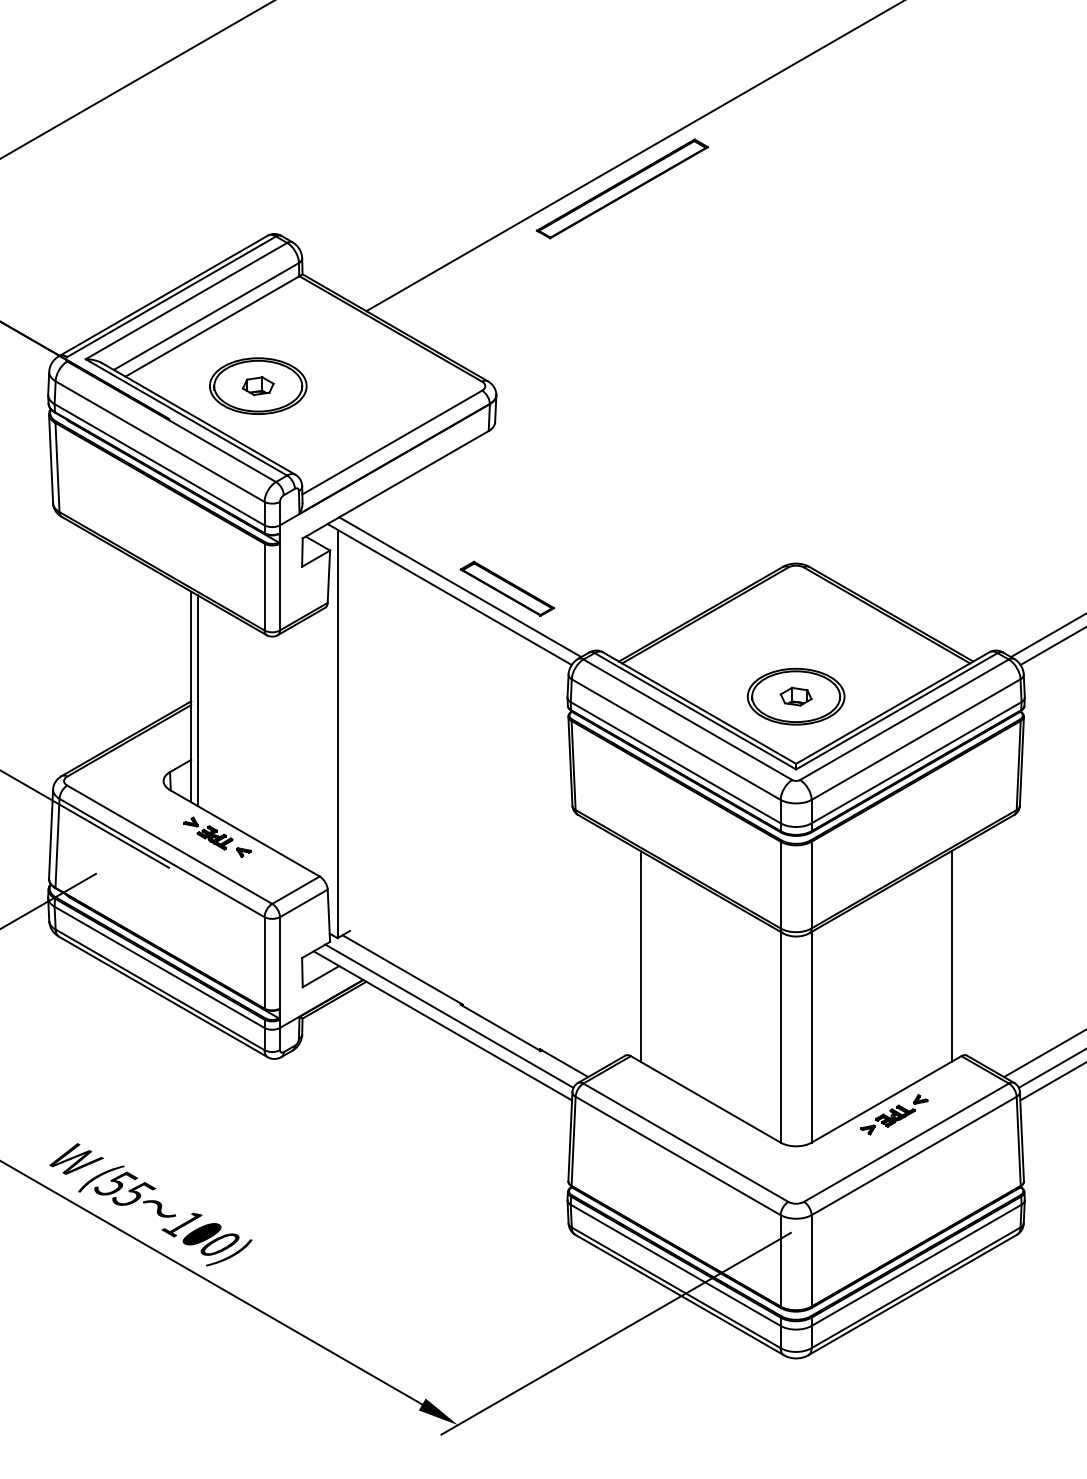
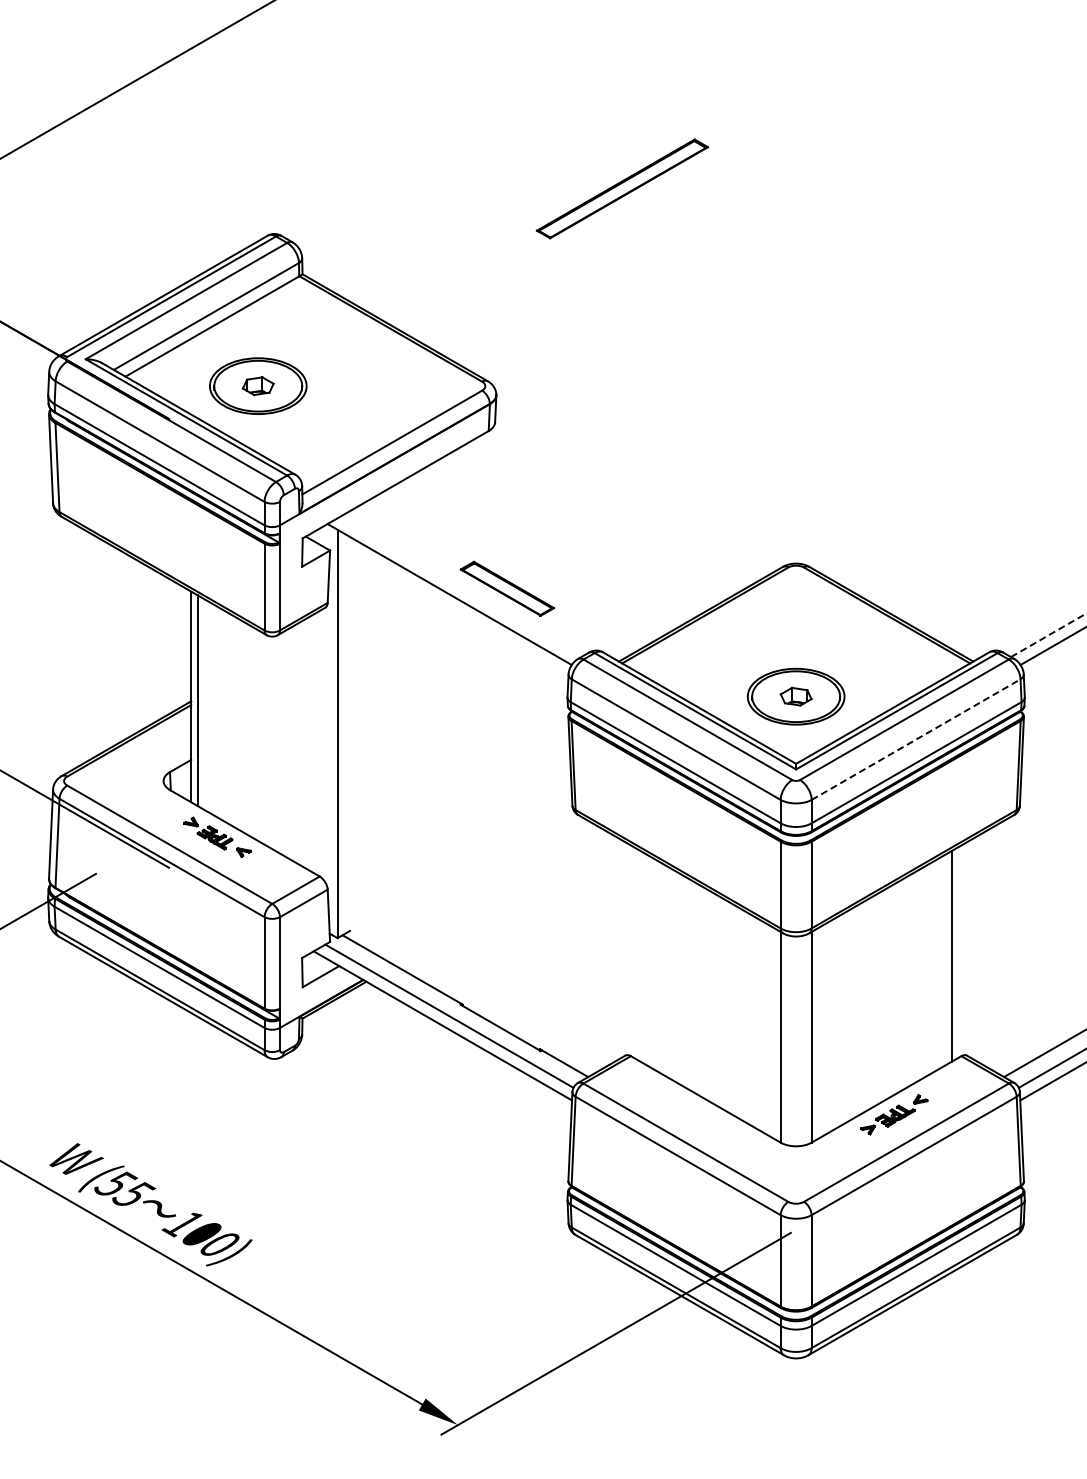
line at (633, 156): present -> none
line at (460, 587): present -> none
line at (1049, 635): solid -> dashed
line at (916, 739): solid -> dashed
line at (640, 956): present -> none
